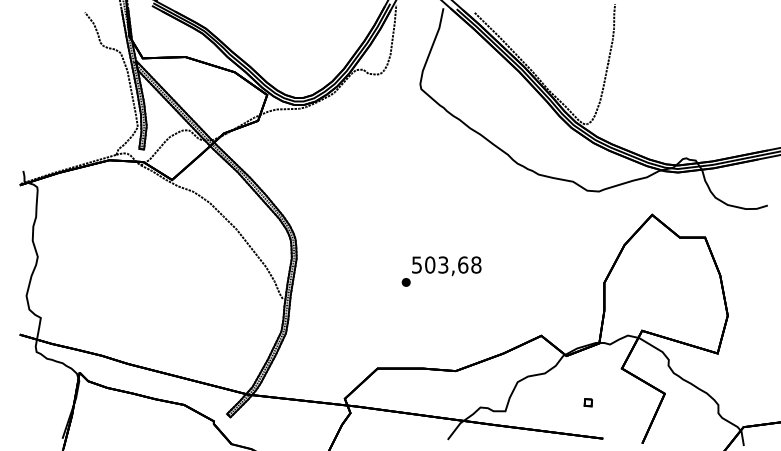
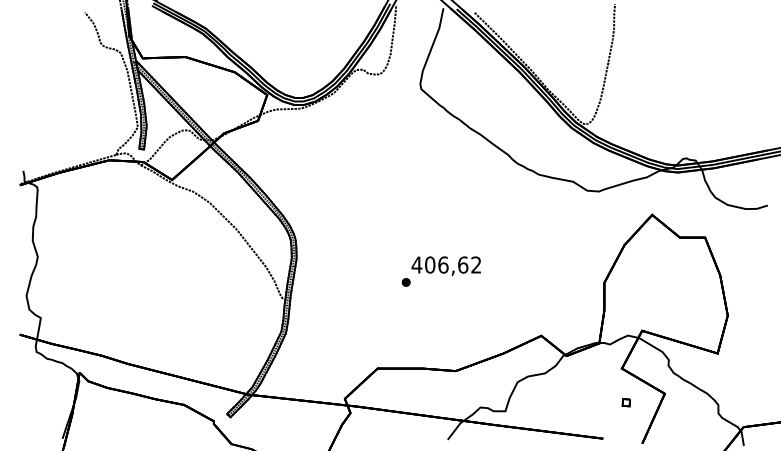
text at (446, 264): 503,68 -> 406,62
part at (587, 402) position: (587, 402) -> (625, 402)
